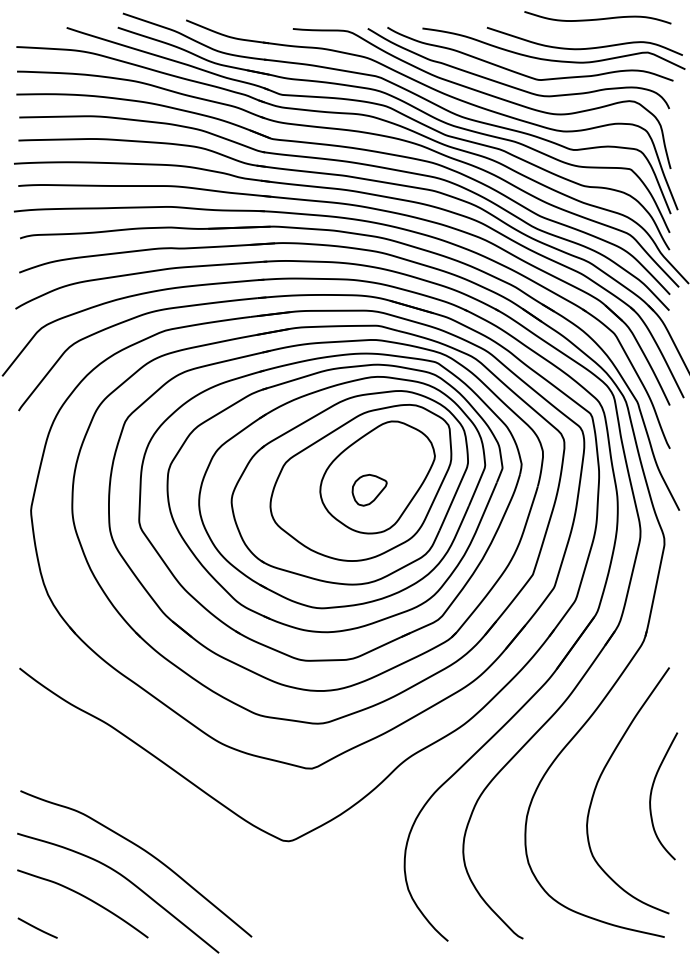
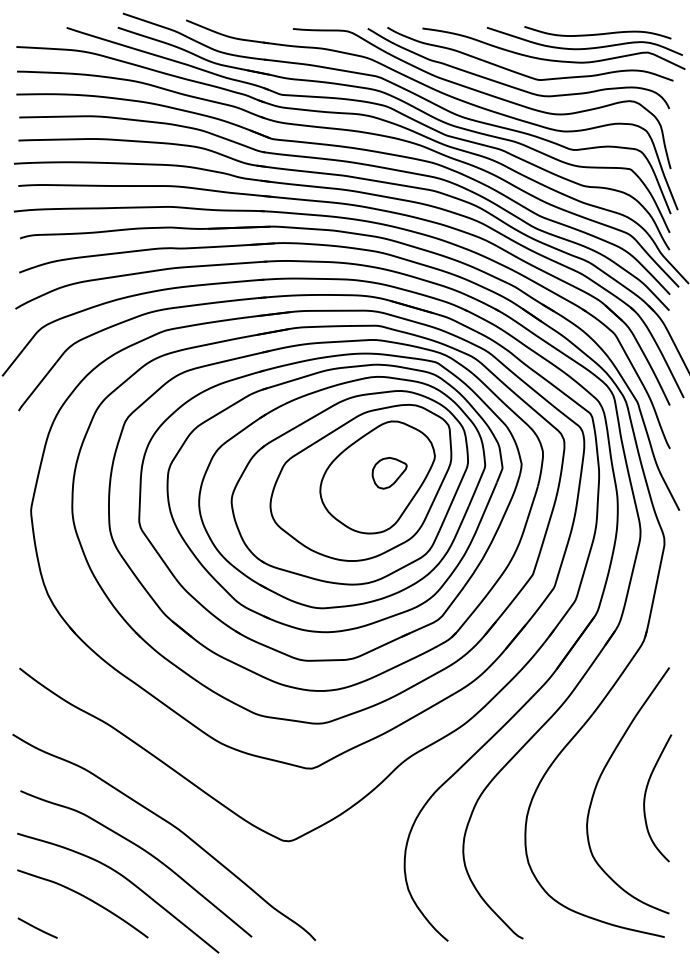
curve at (597, 18) position: (597, 18) -> (597, 33)
part at (369, 490) position: (369, 490) -> (389, 473)
curve at (652, 792) position: (652, 792) -> (646, 794)
curve at (172, 826): none -> present
